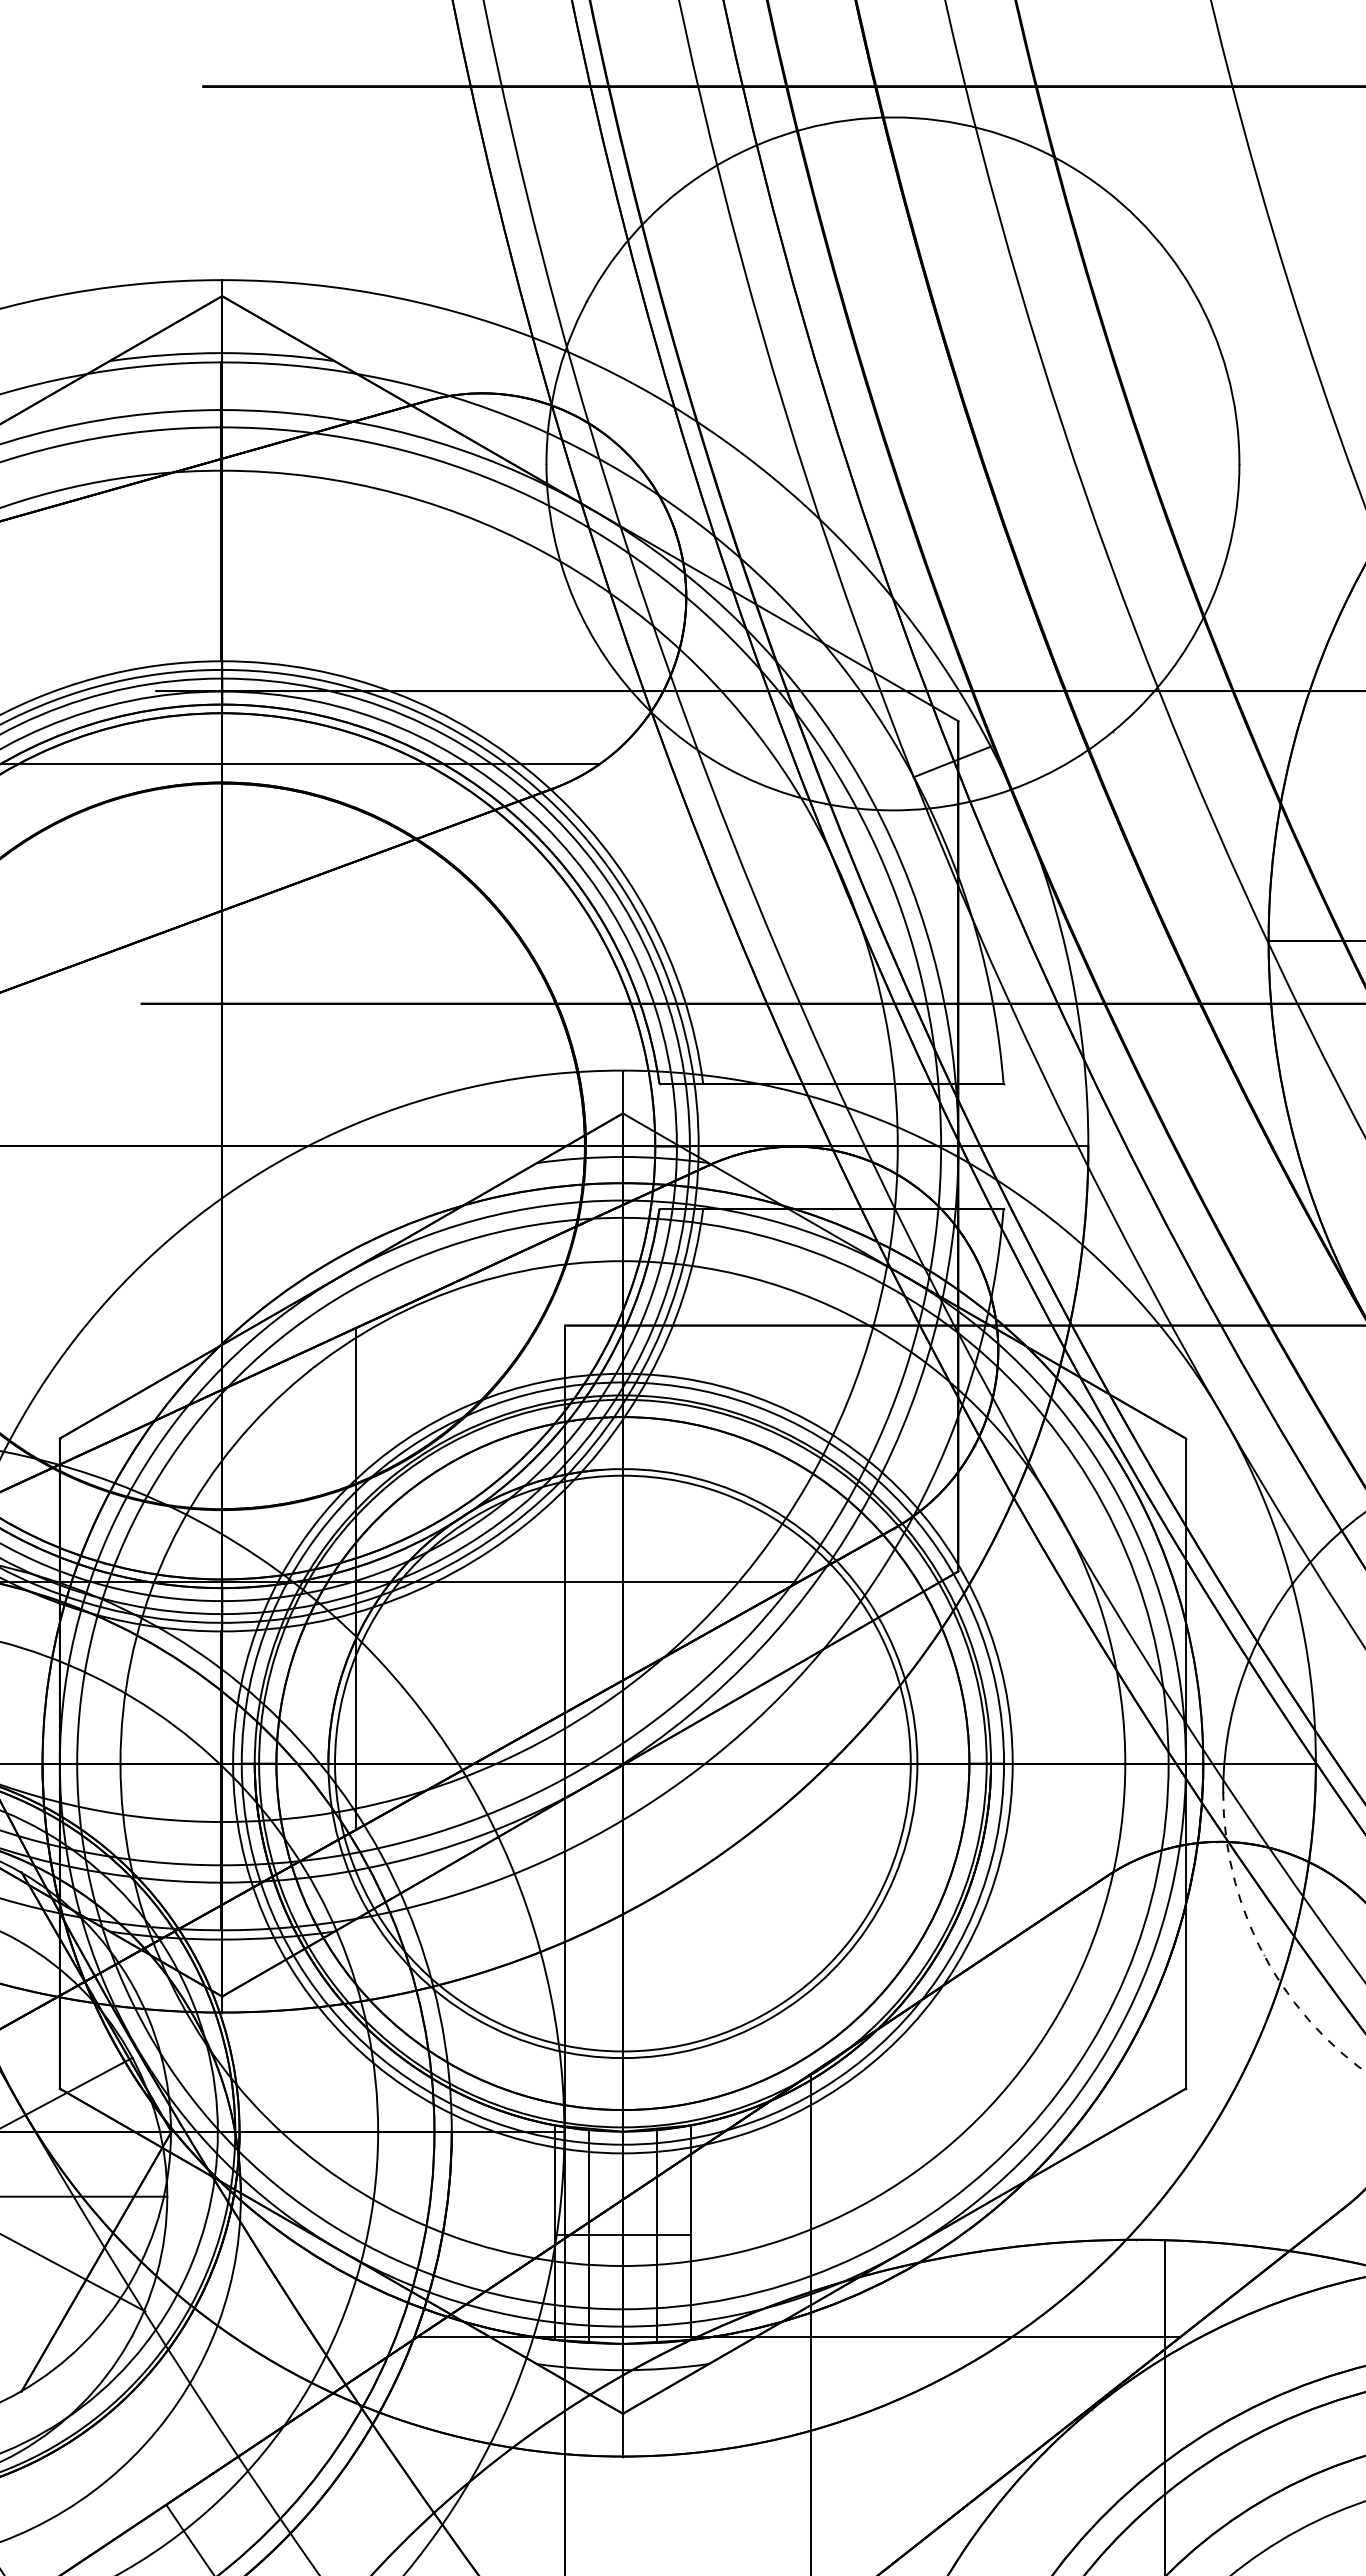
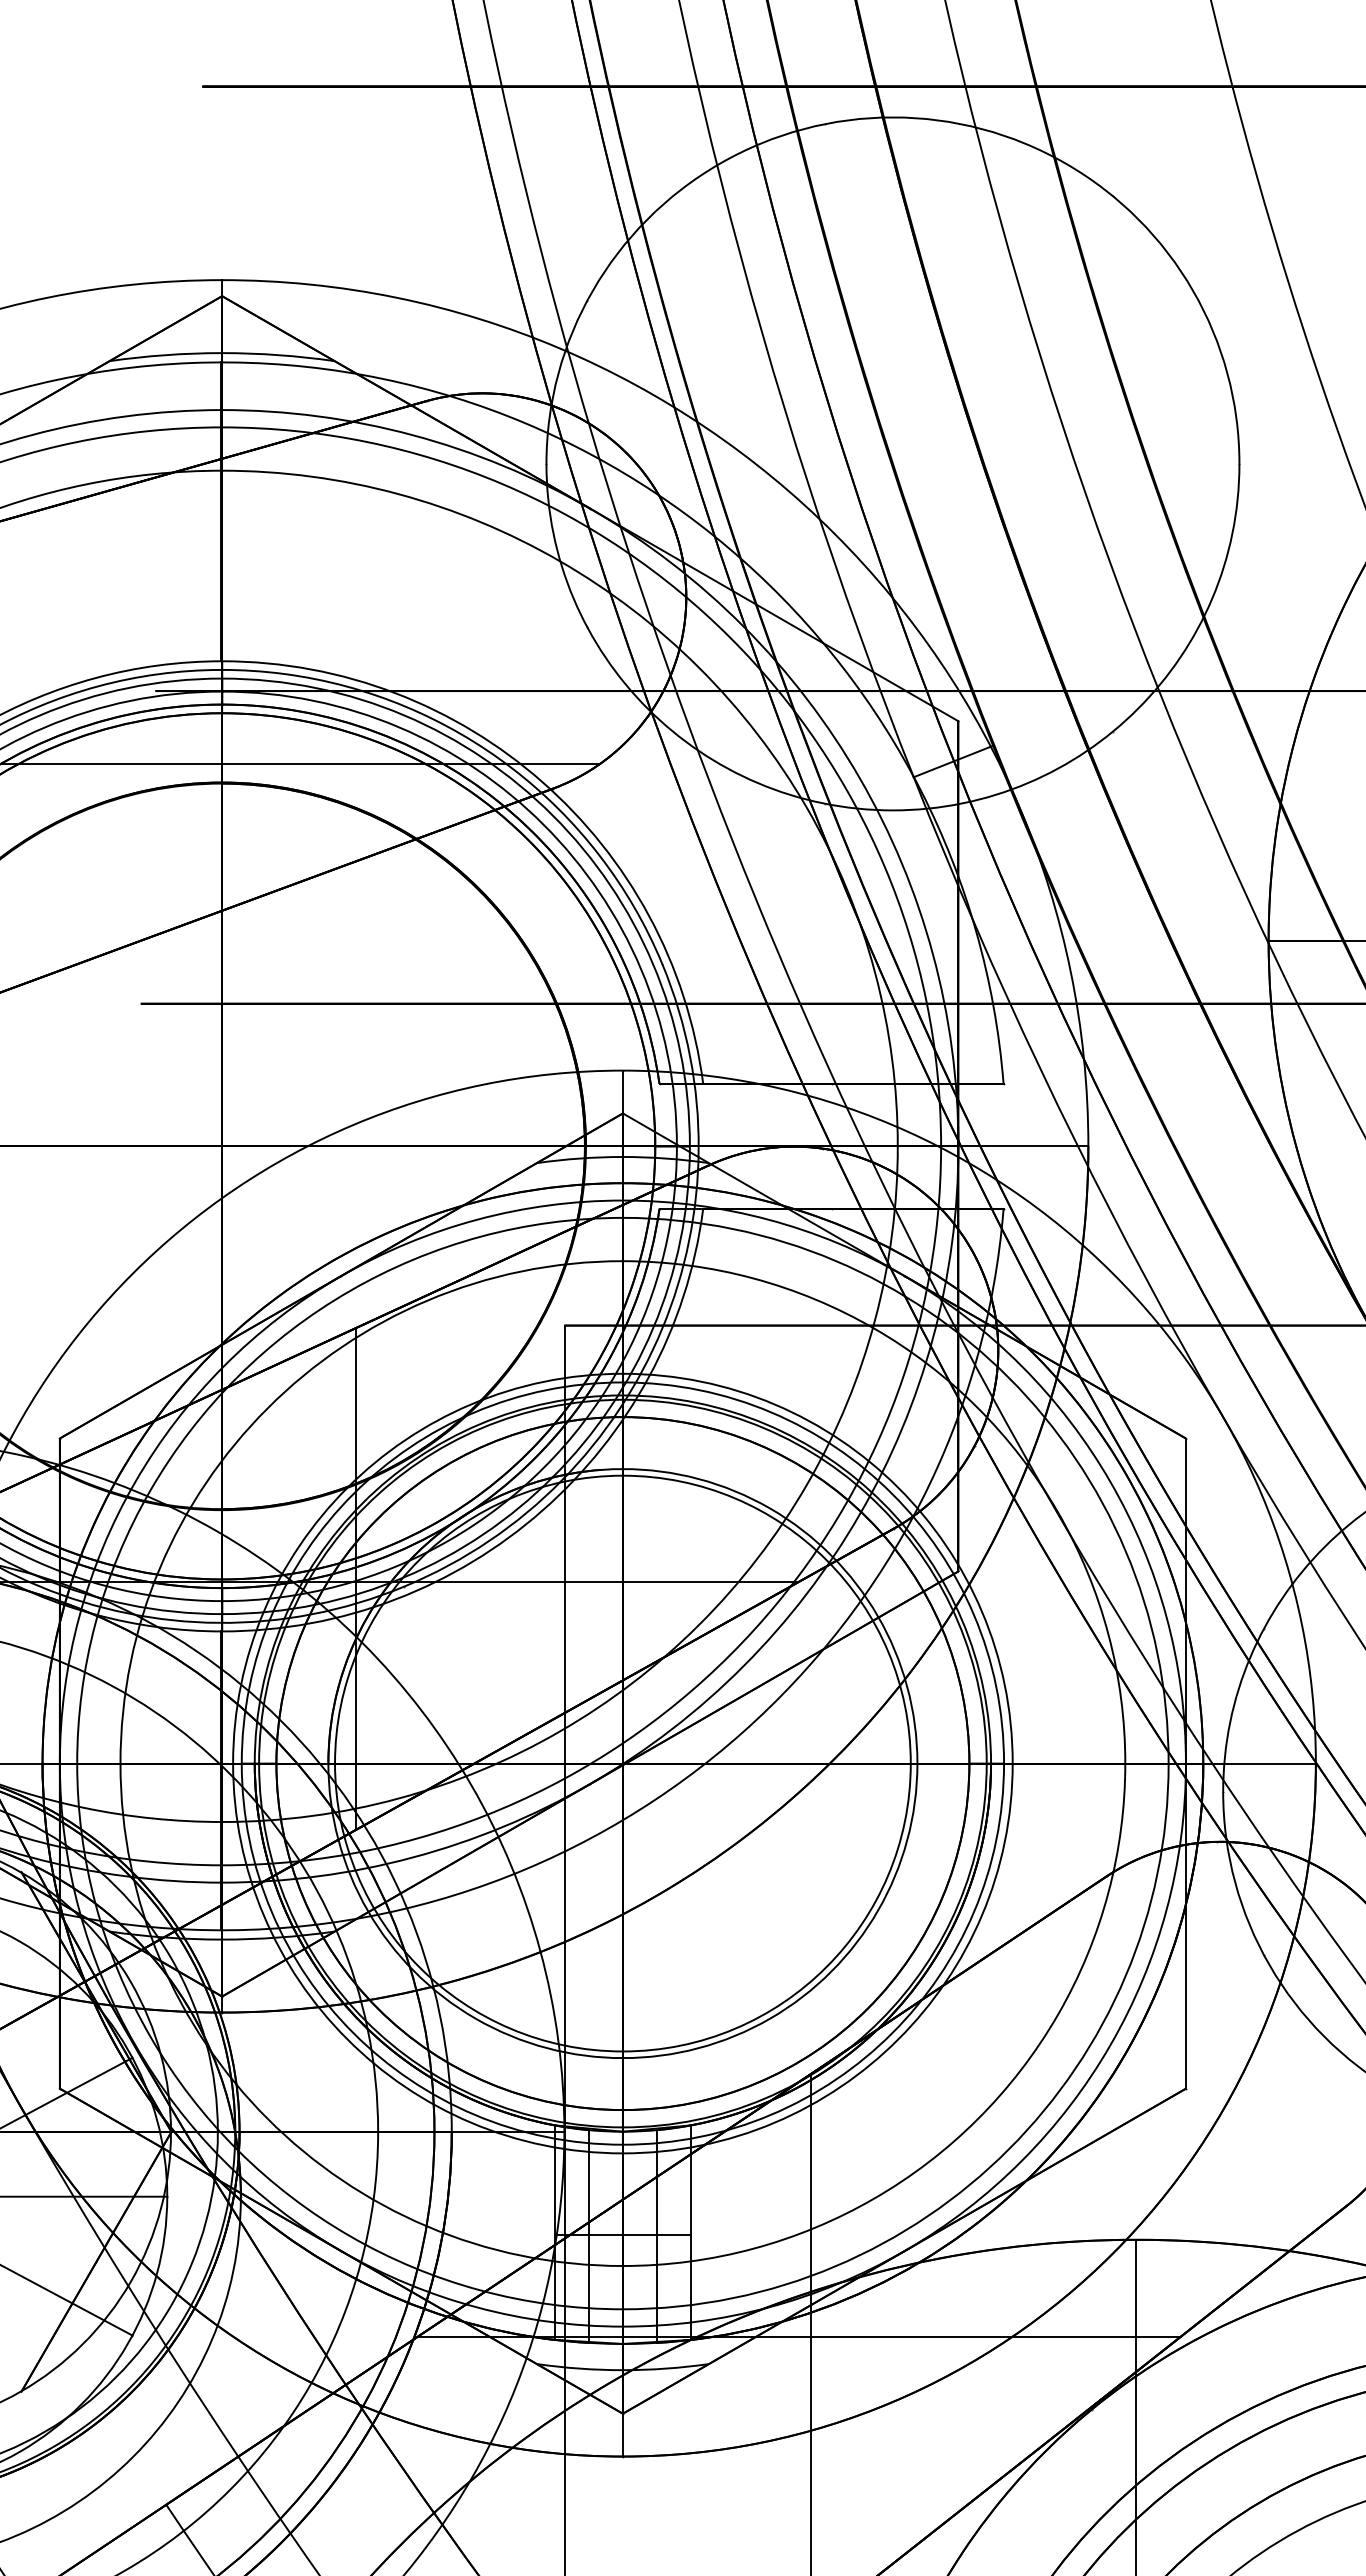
arc at (1260, 1948): dashed -> solid
line at (73, 2273) position: (73, 2273) -> (67, 2300)
line at (1165, 2405) position: (1165, 2405) -> (1136, 2405)
